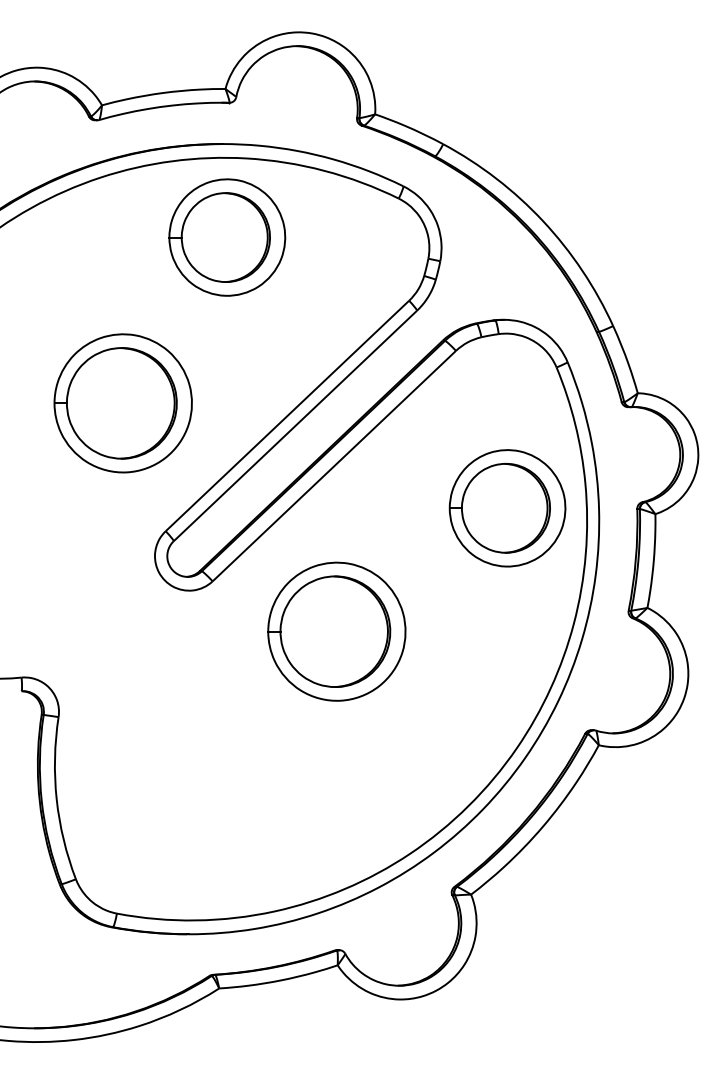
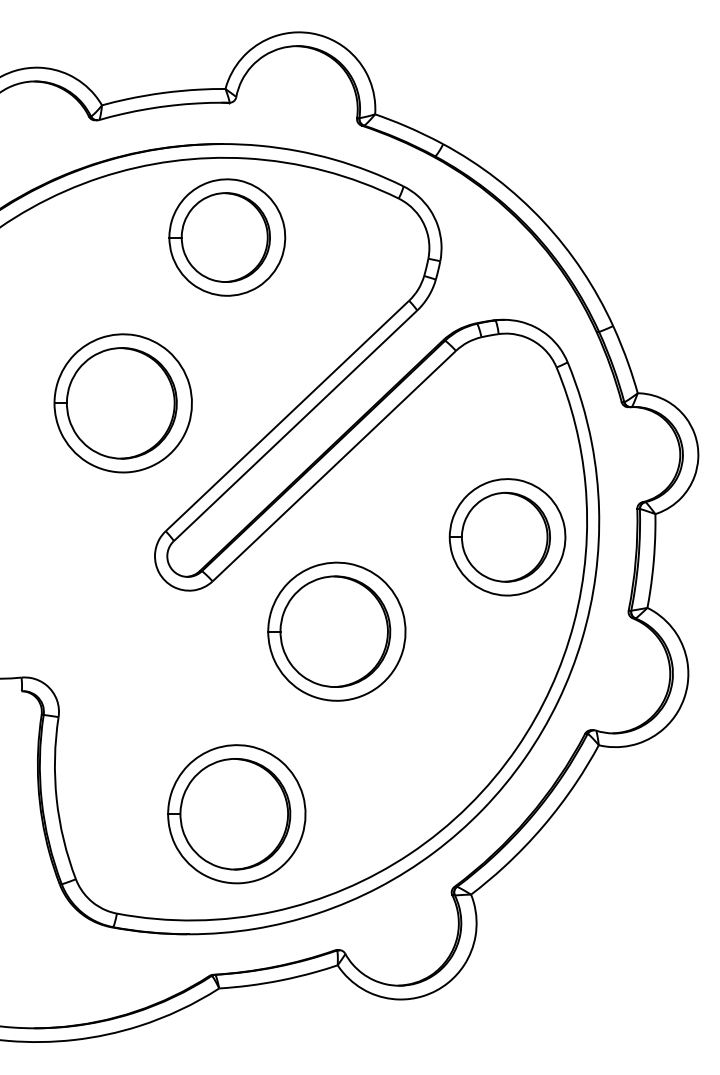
part at (507, 508) position: (507, 508) -> (507, 537)
part at (236, 814): none -> present
